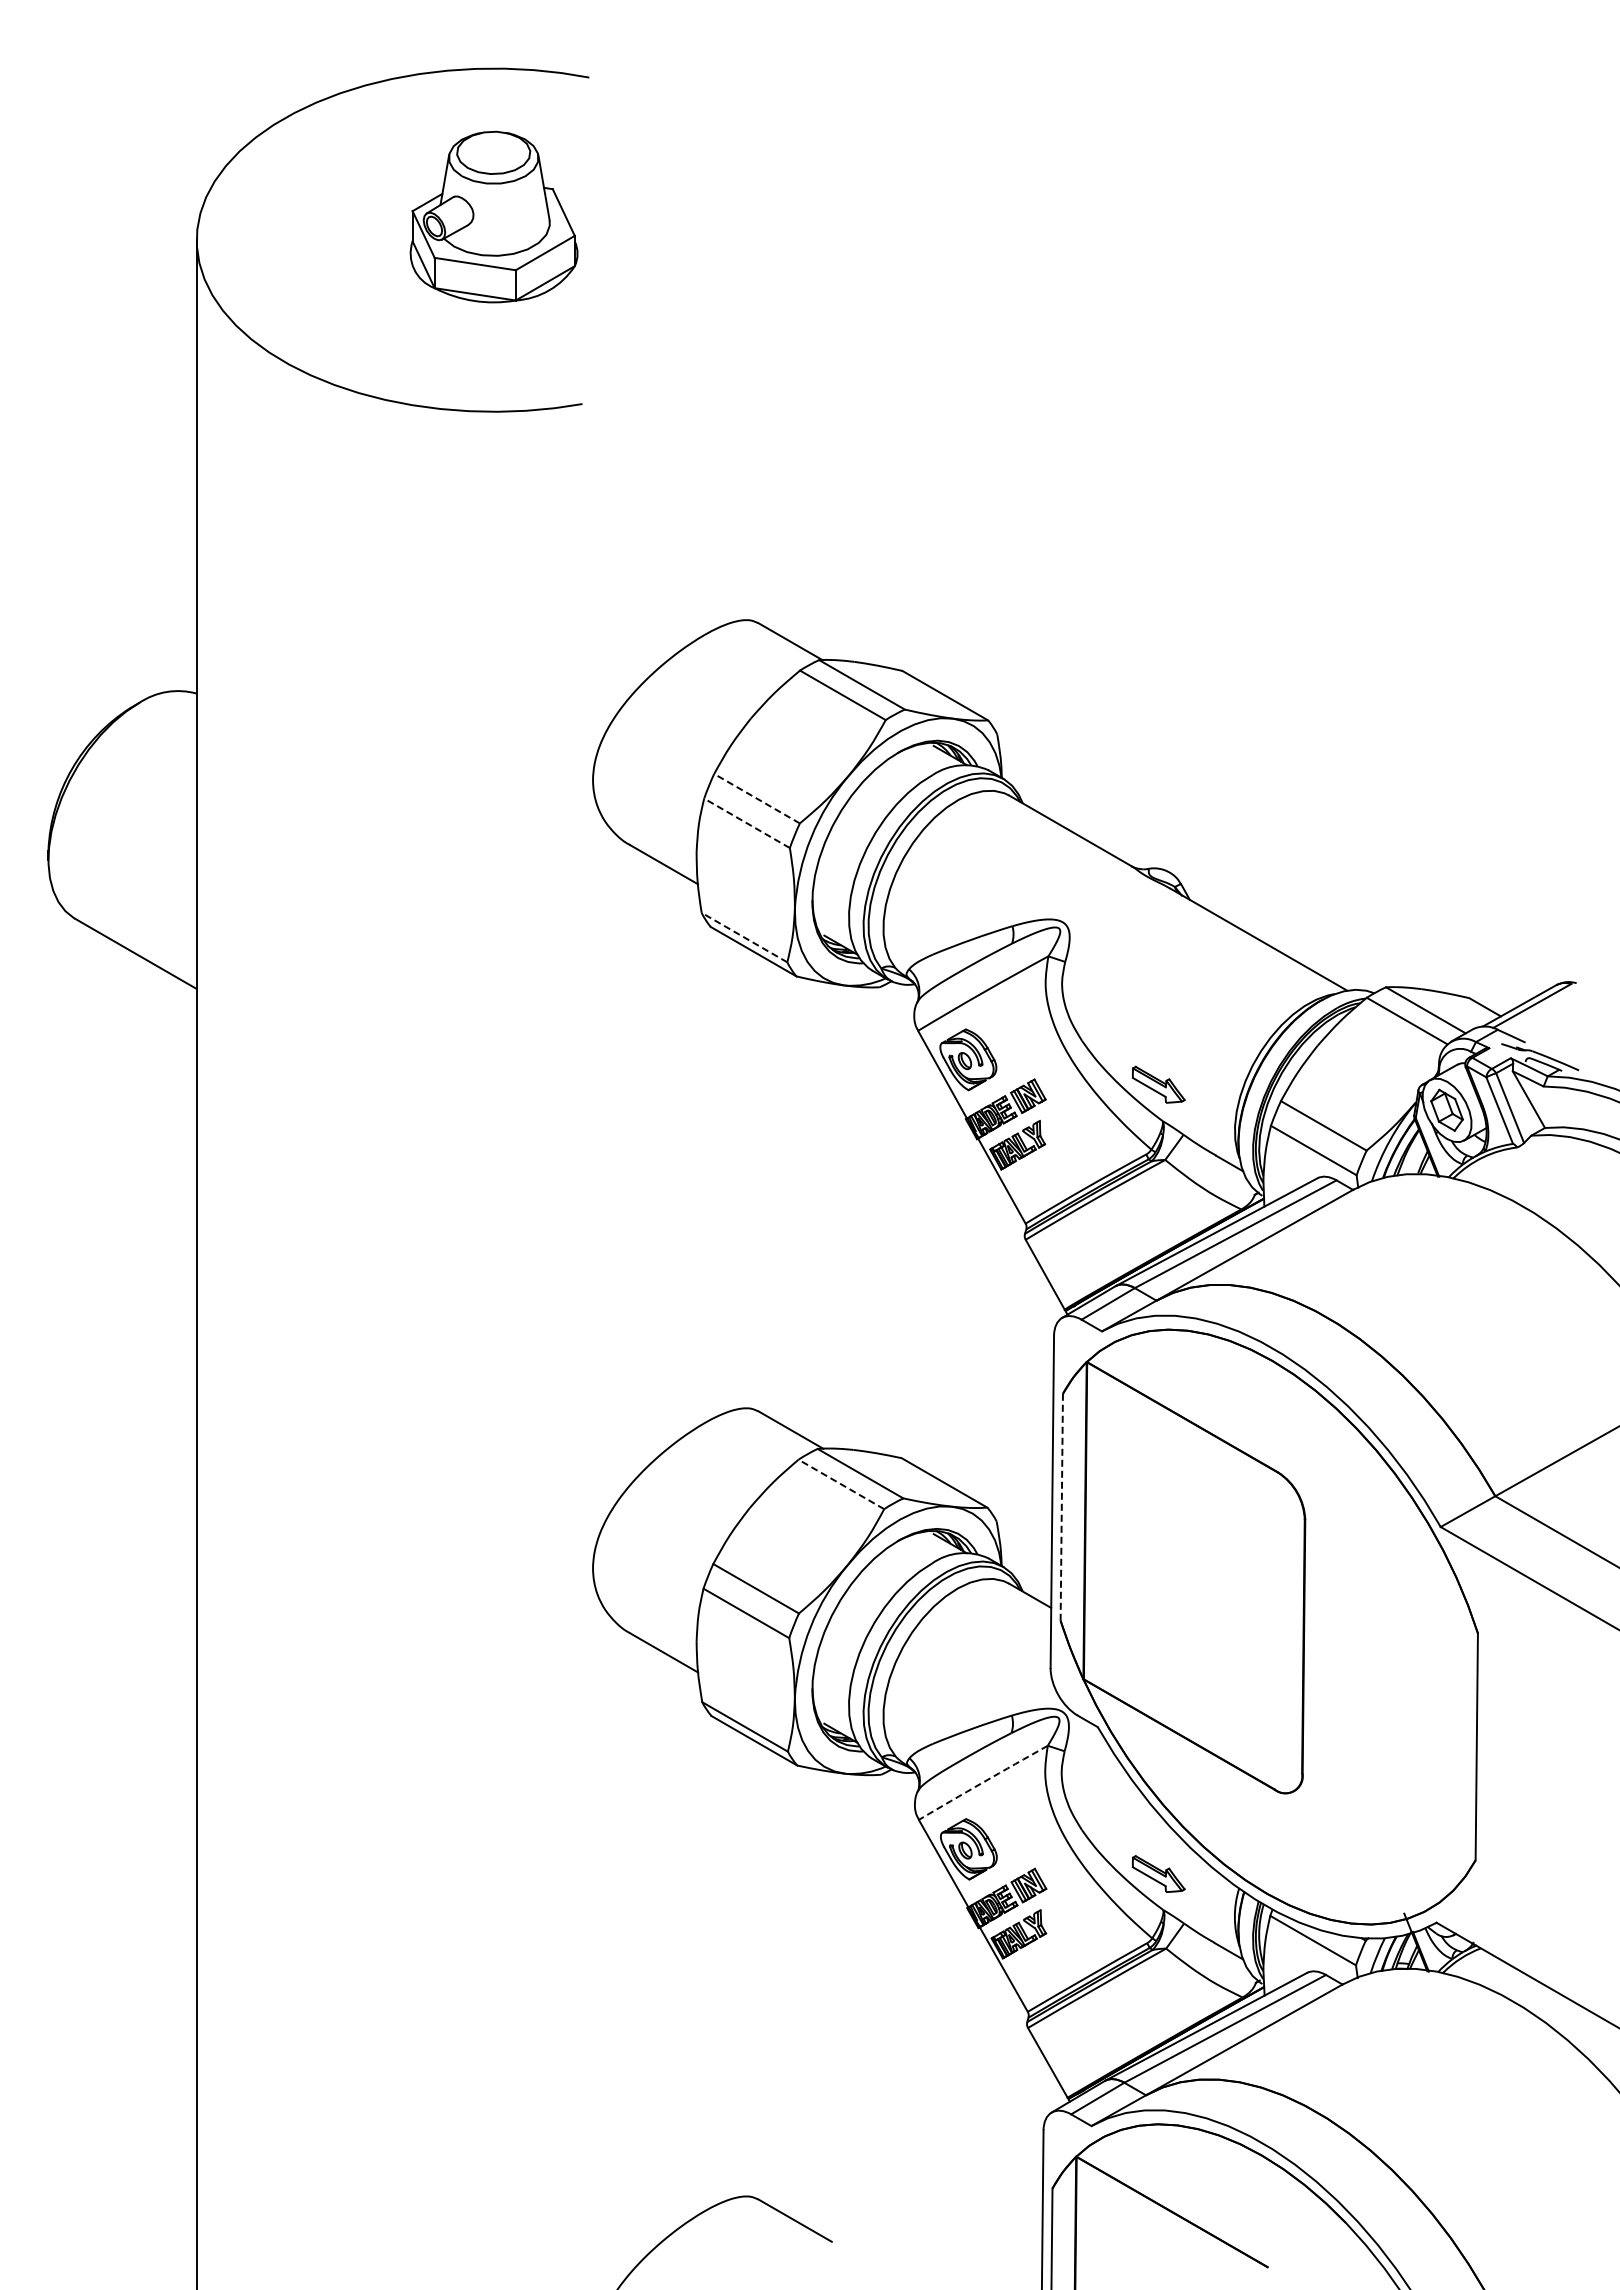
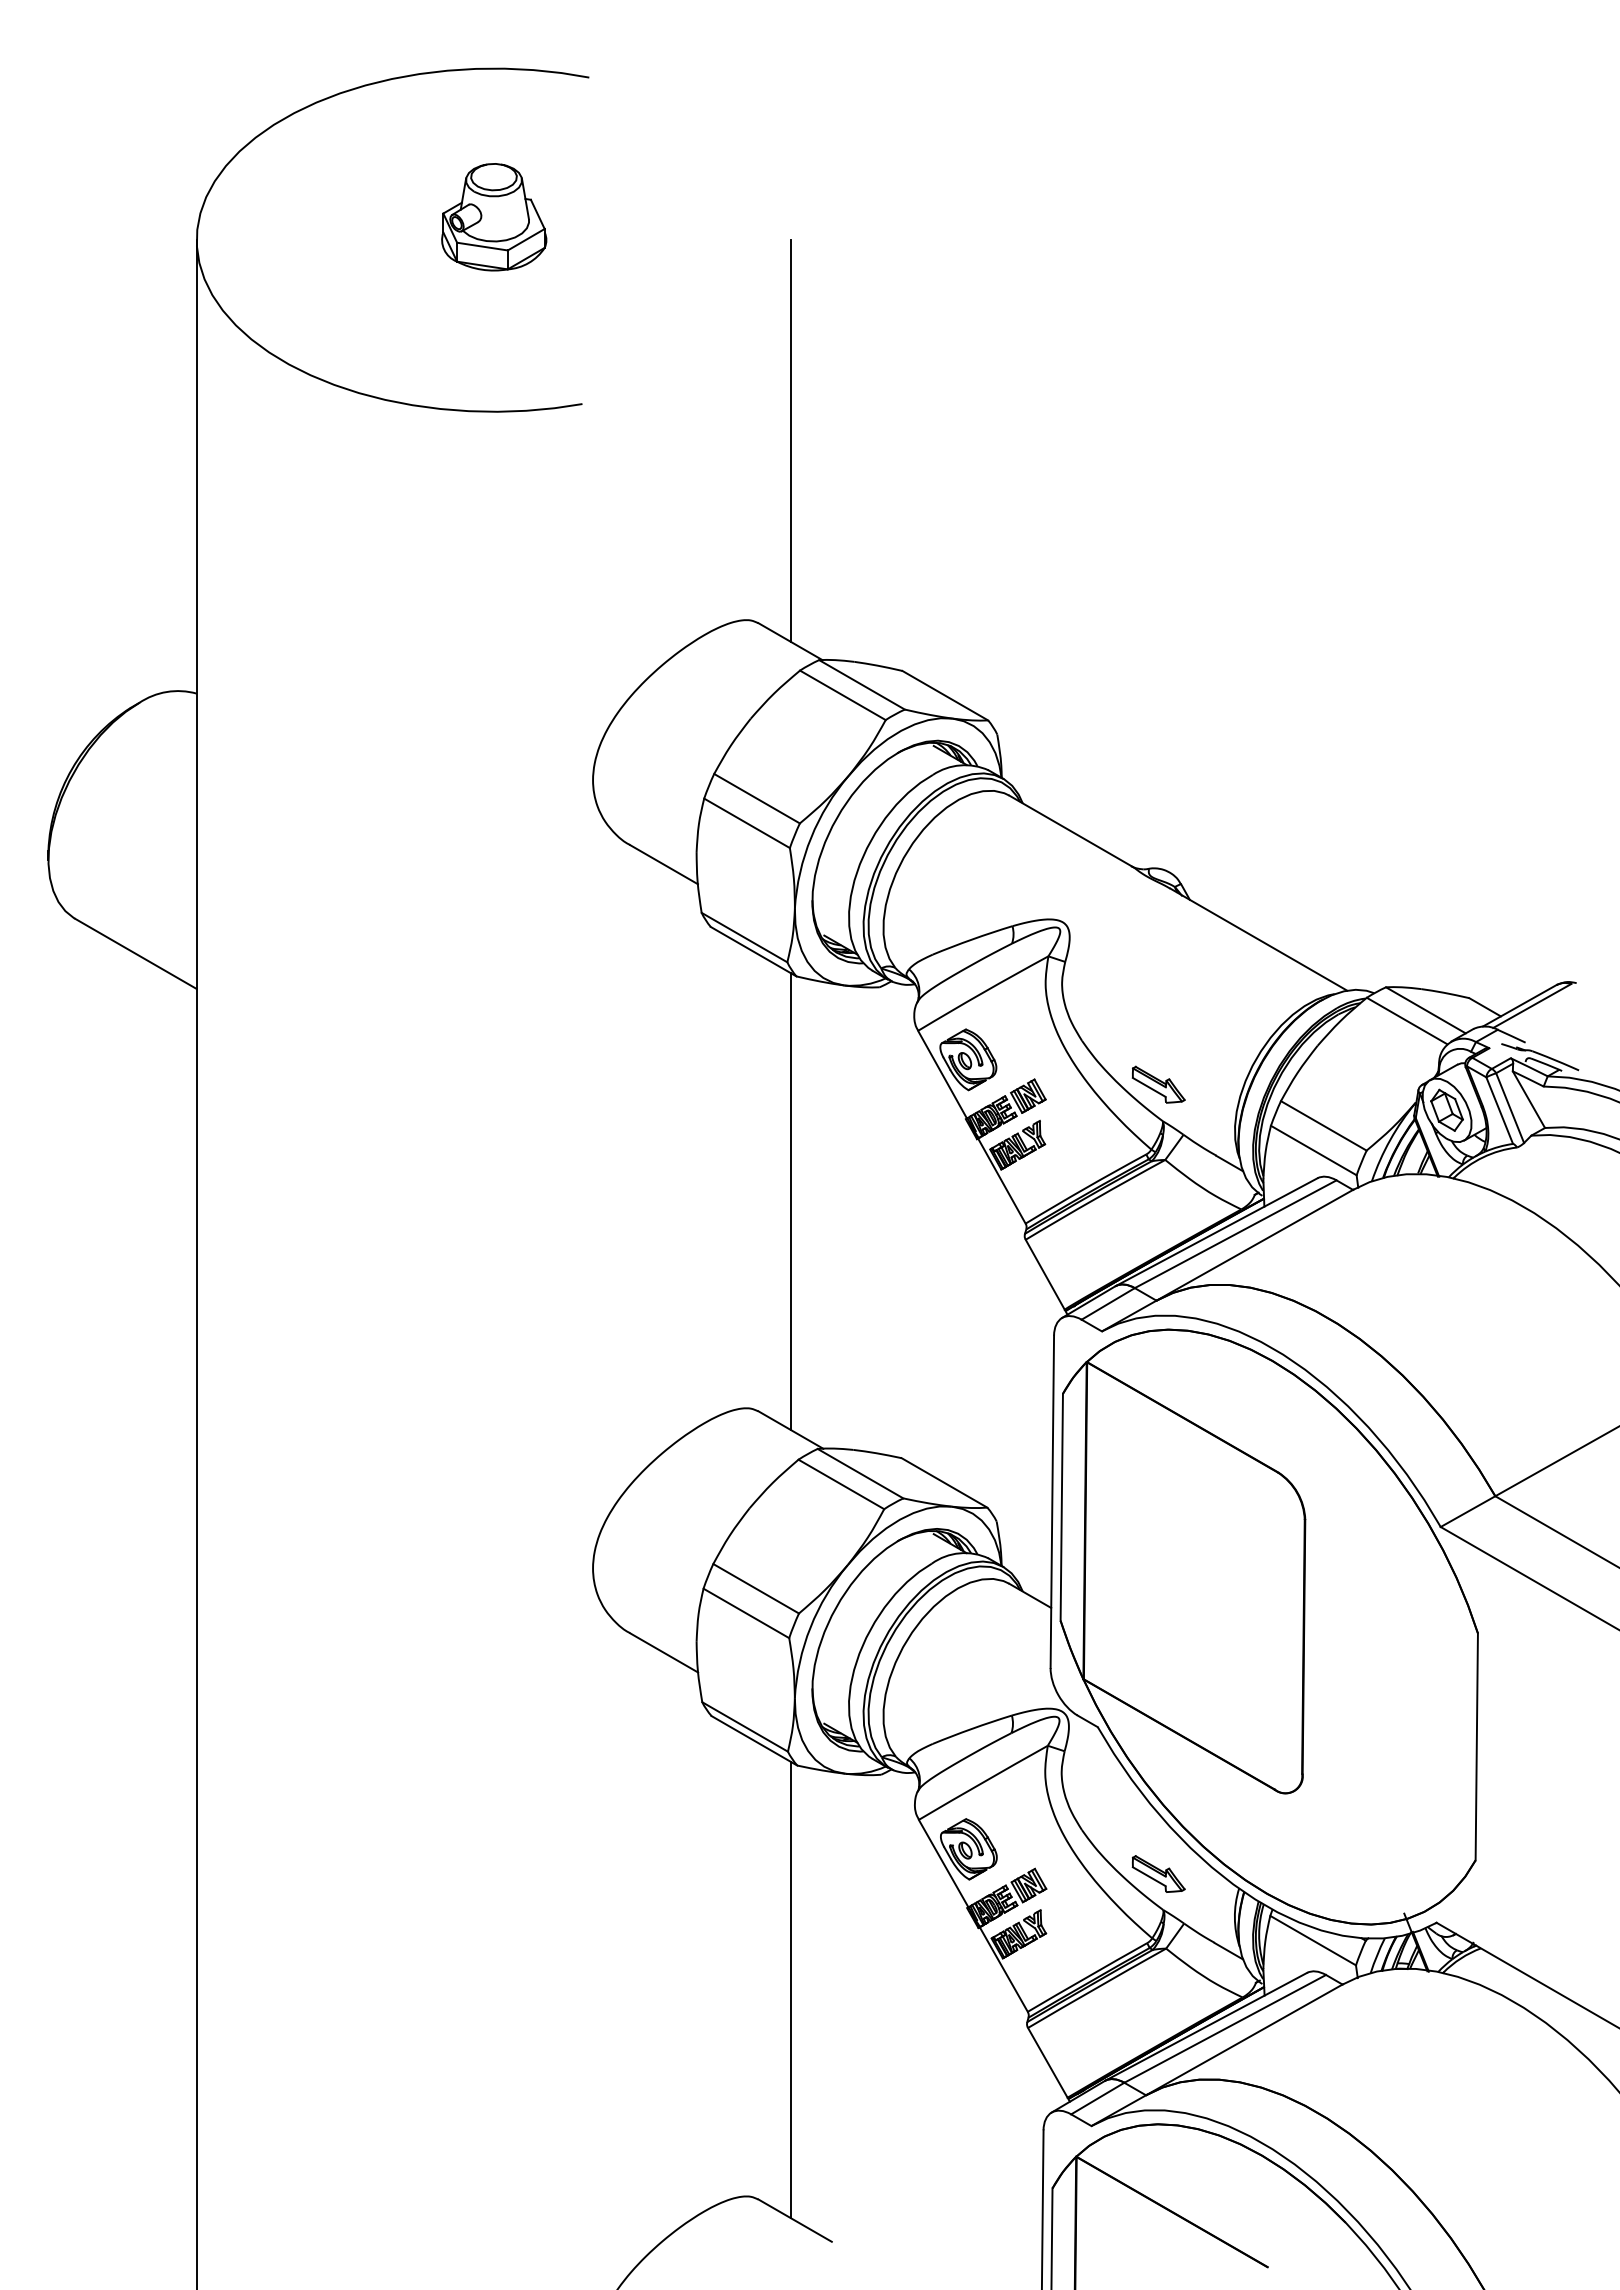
part at (493, 216) size: 170x174 px -> 107x109 px
line at (791, 441): none -> present
line at (756, 798): dashed -> solid
line at (746, 823): dashed -> solid
line at (744, 937): dashed -> solid
line at (791, 1201): none -> present
line at (840, 1484): dashed -> solid
line at (1061, 1506): dashed -> solid
arc at (983, 1782): dashed -> solid
line at (791, 1990): none -> present
